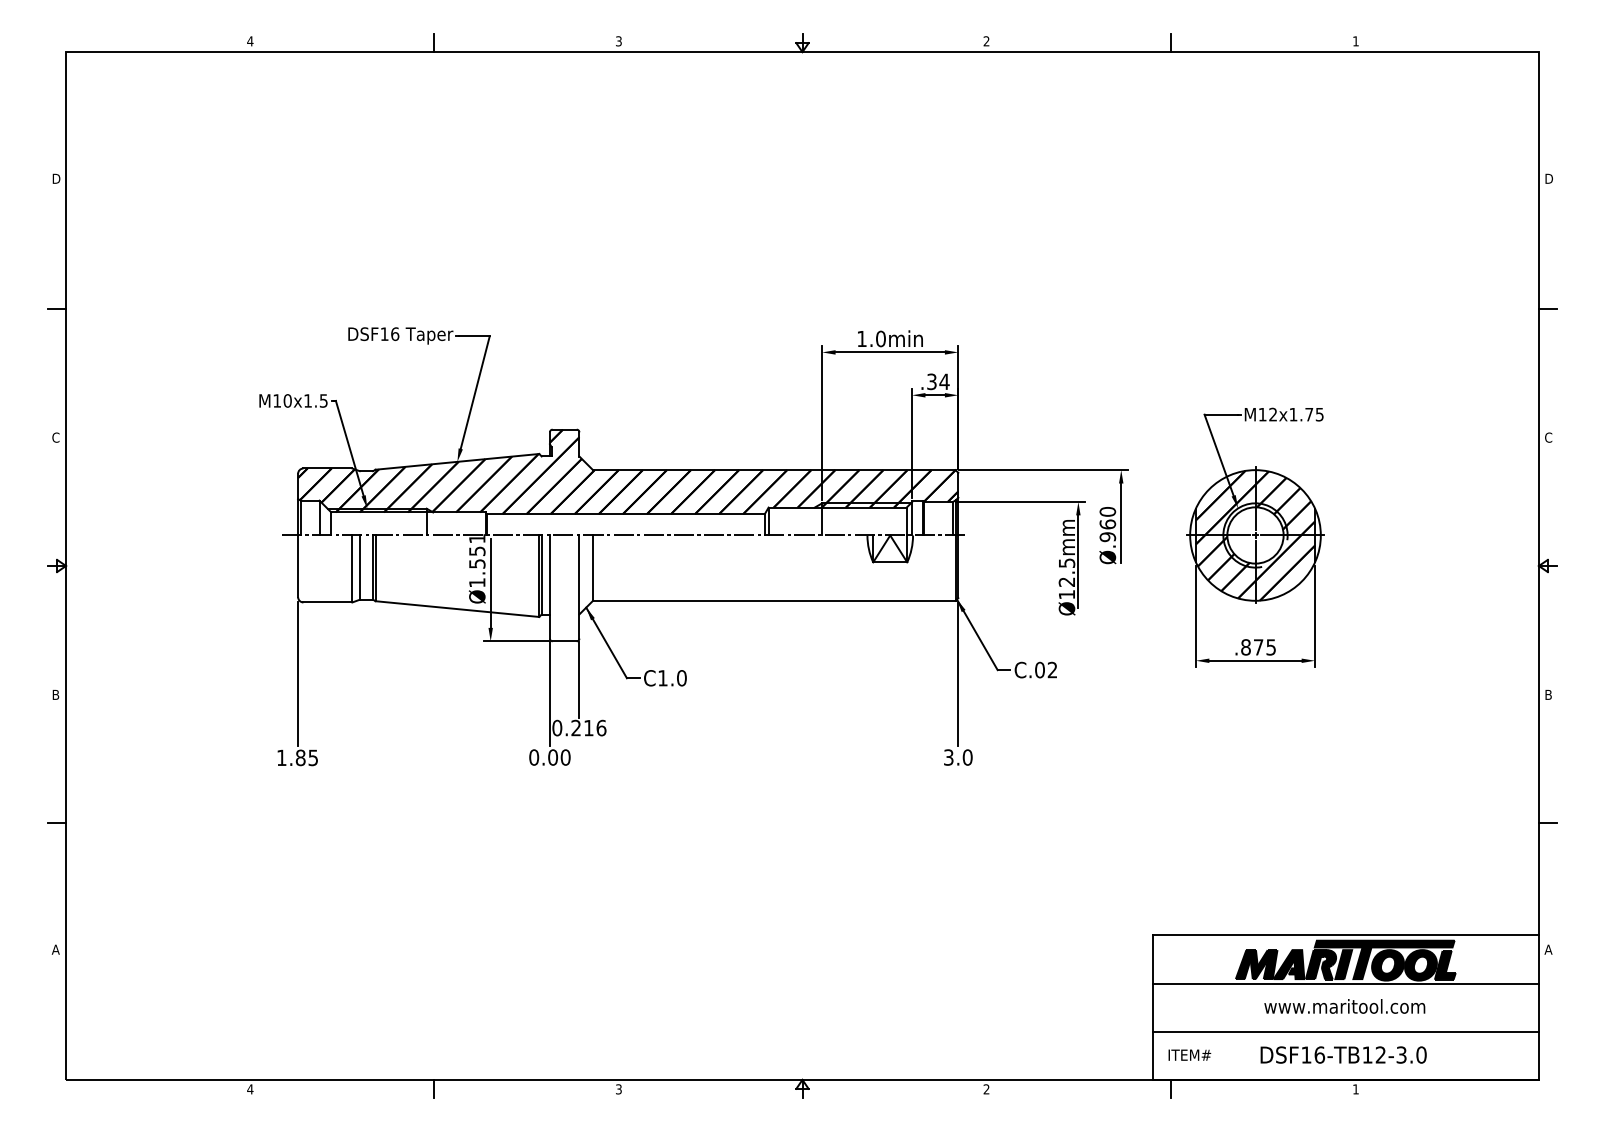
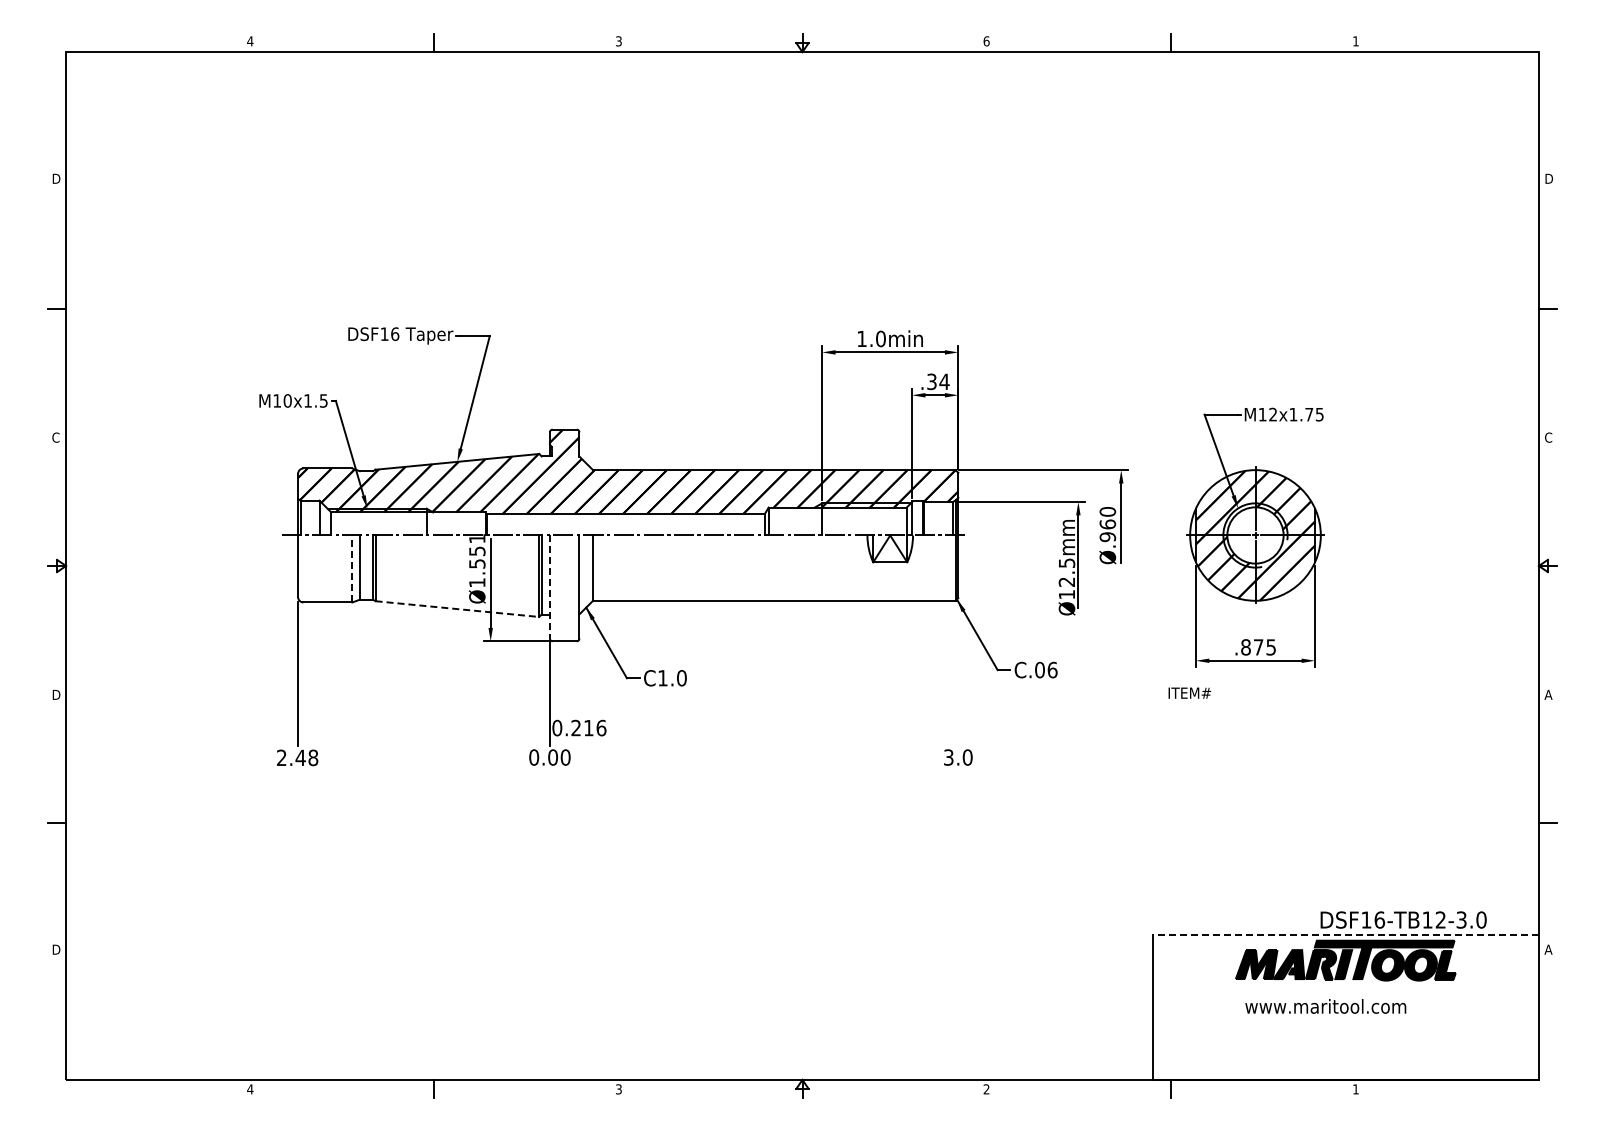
text at (986, 41): 2 -> 6
line at (352, 568): solid -> dashed
line at (549, 587): solid -> dashed
line at (457, 609): solid -> dashed
text at (1052, 669): C.02 -> C.06
line at (958, 674): present -> none
line at (579, 679): present -> none
text at (57, 694): B -> D
text at (1548, 694): B -> A
text at (297, 757): 1.85 -> 2.48
line at (1345, 935): solid -> dashed
text at (55, 949): A -> D
line at (1345, 983): present -> none
text at (1344, 1006) position: (1344, 1006) -> (1325, 1006)
line at (1345, 1031): present -> none
text at (1189, 1054) position: (1189, 1054) -> (1189, 692)
text at (1343, 1054) position: (1343, 1054) -> (1403, 919)
